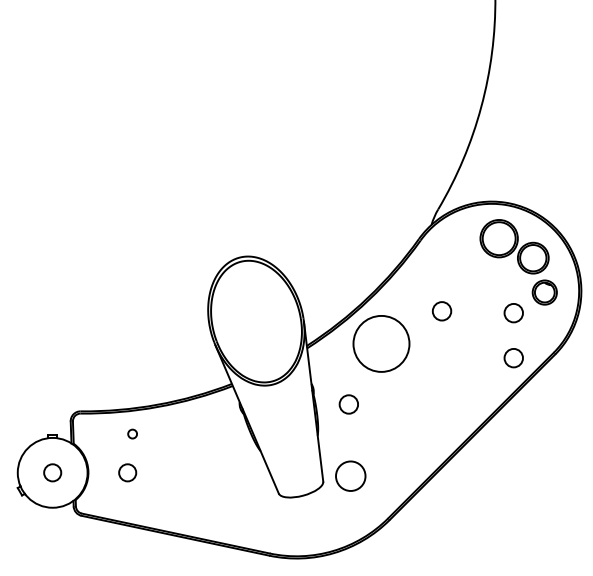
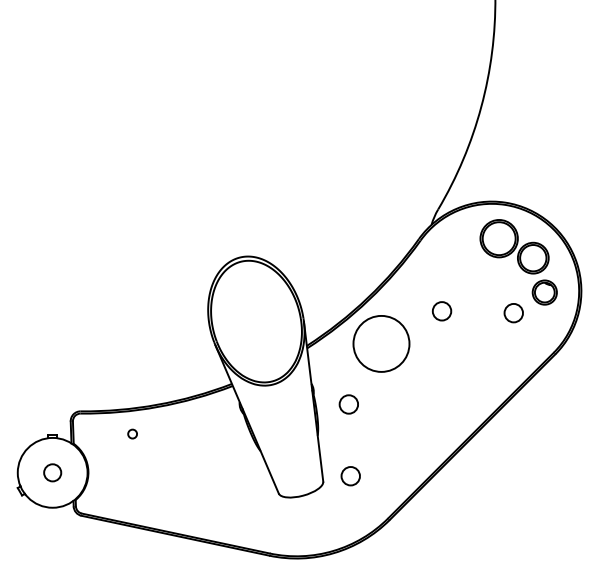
circle at (513, 358): present -> none
circle at (127, 472): present -> none
circle at (350, 475) diameter: 30 px -> 18 px
